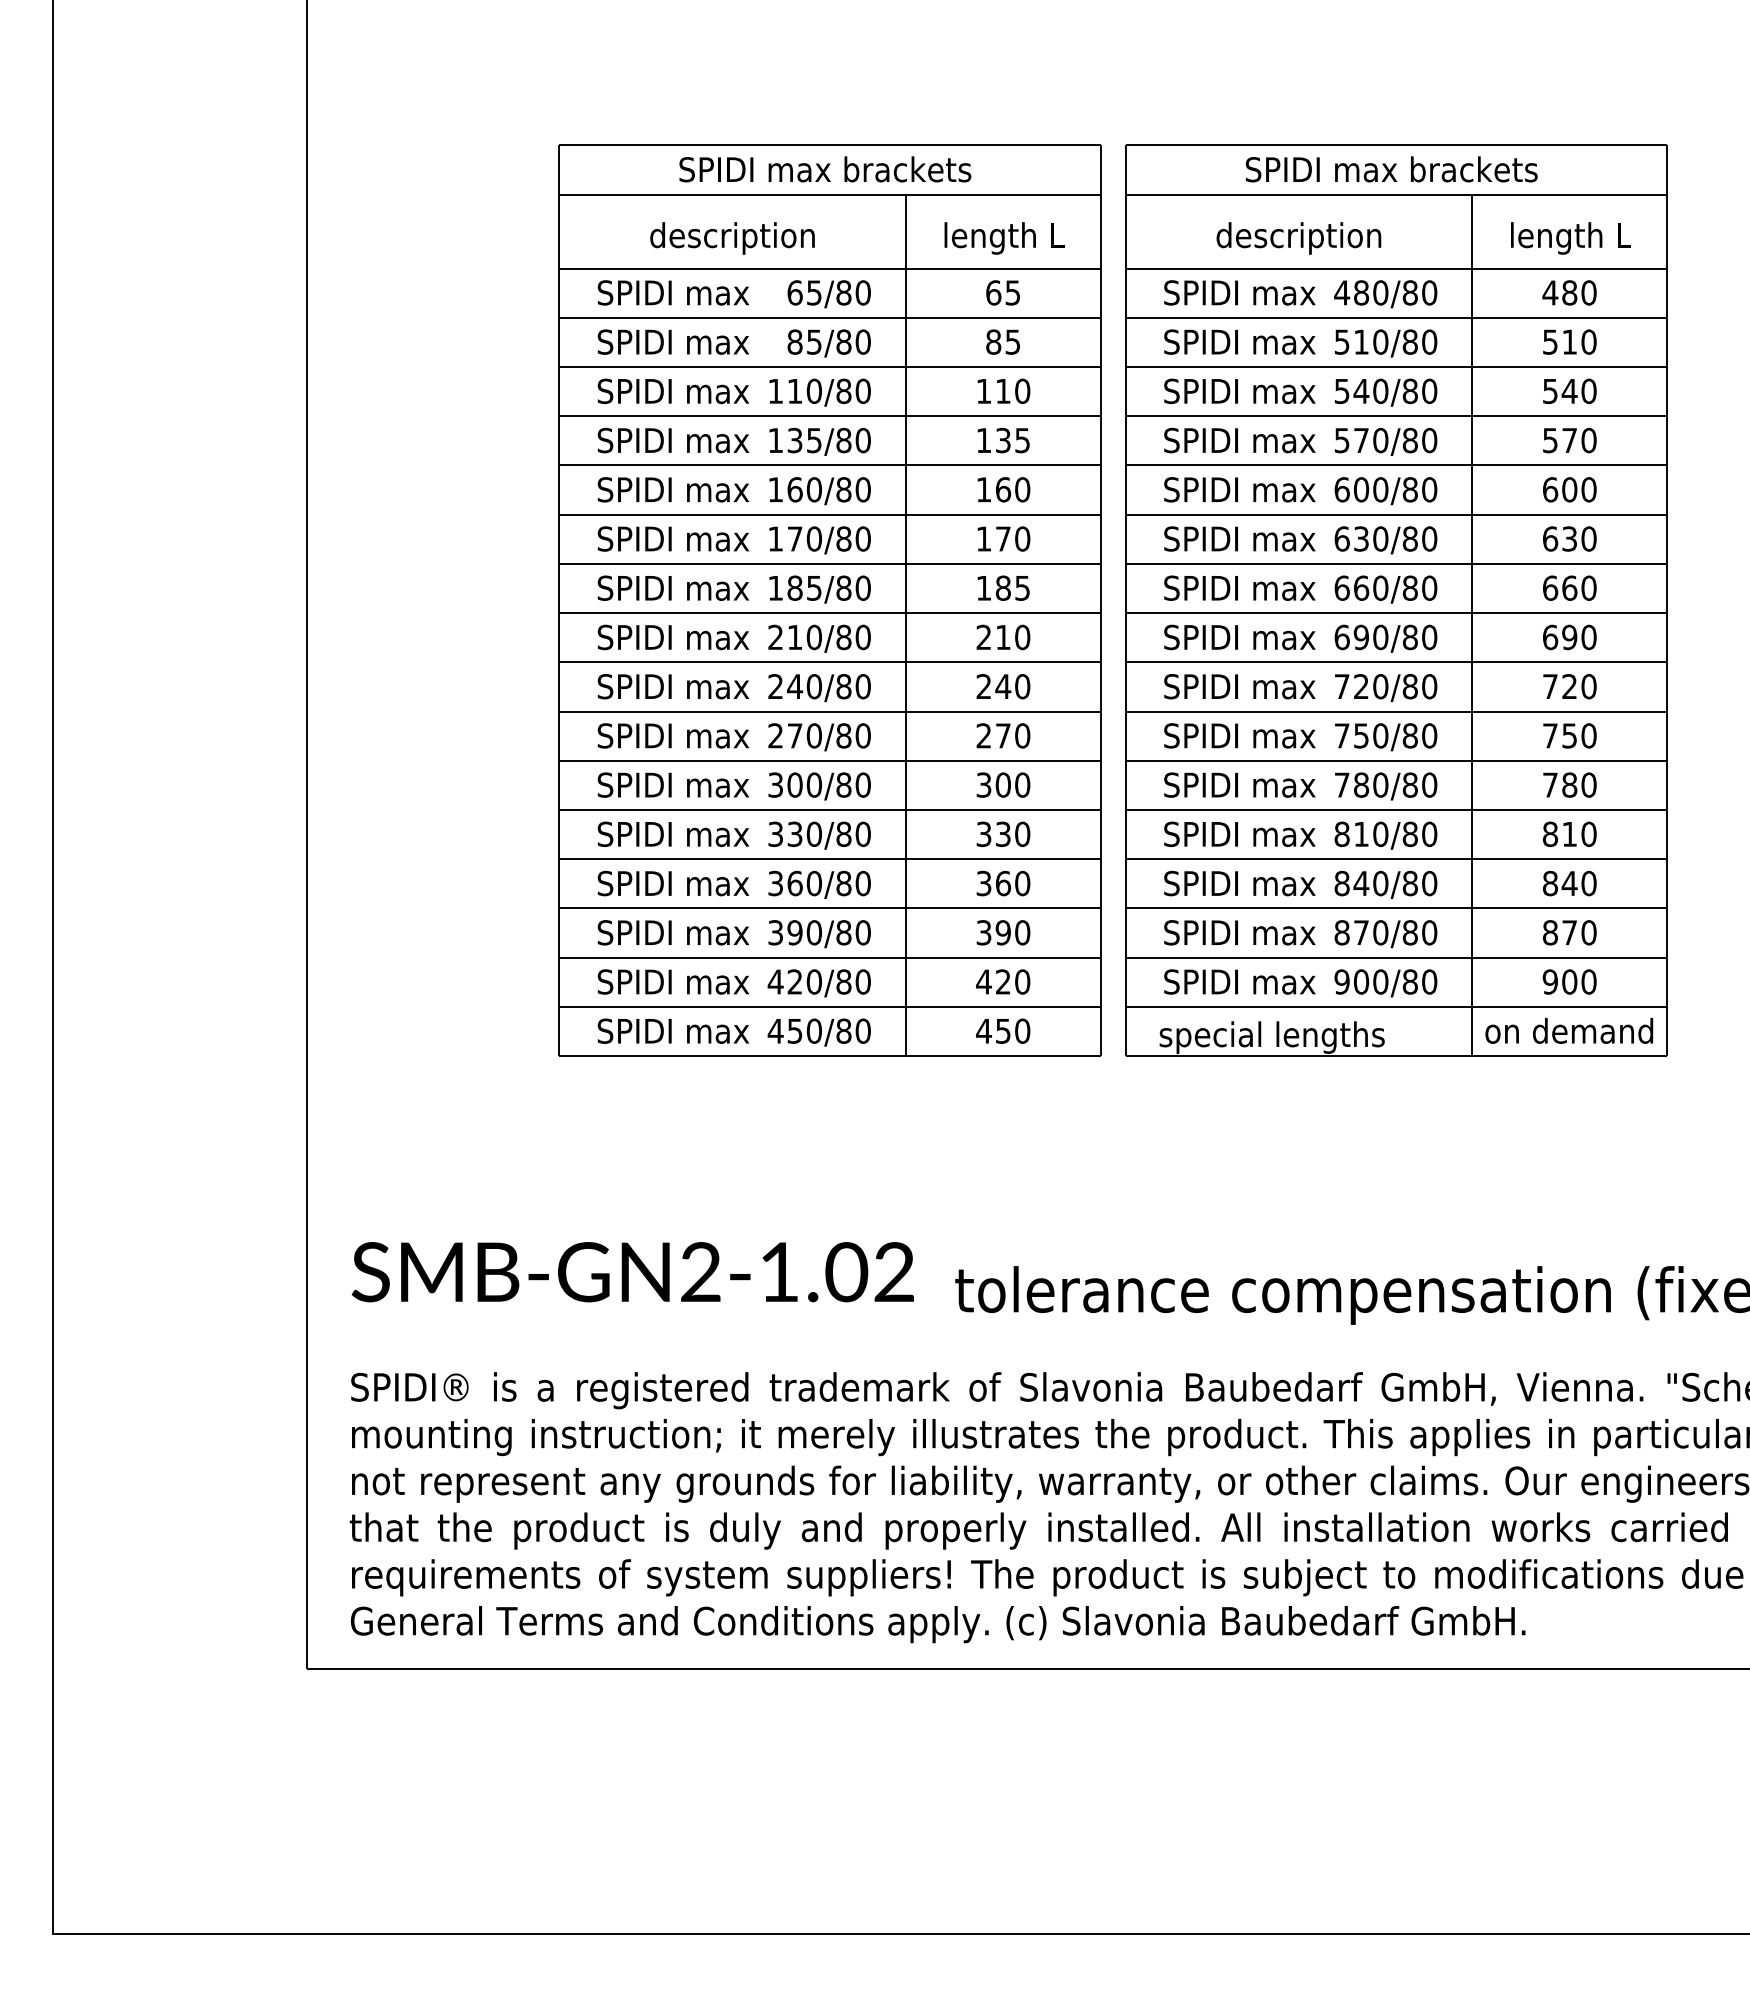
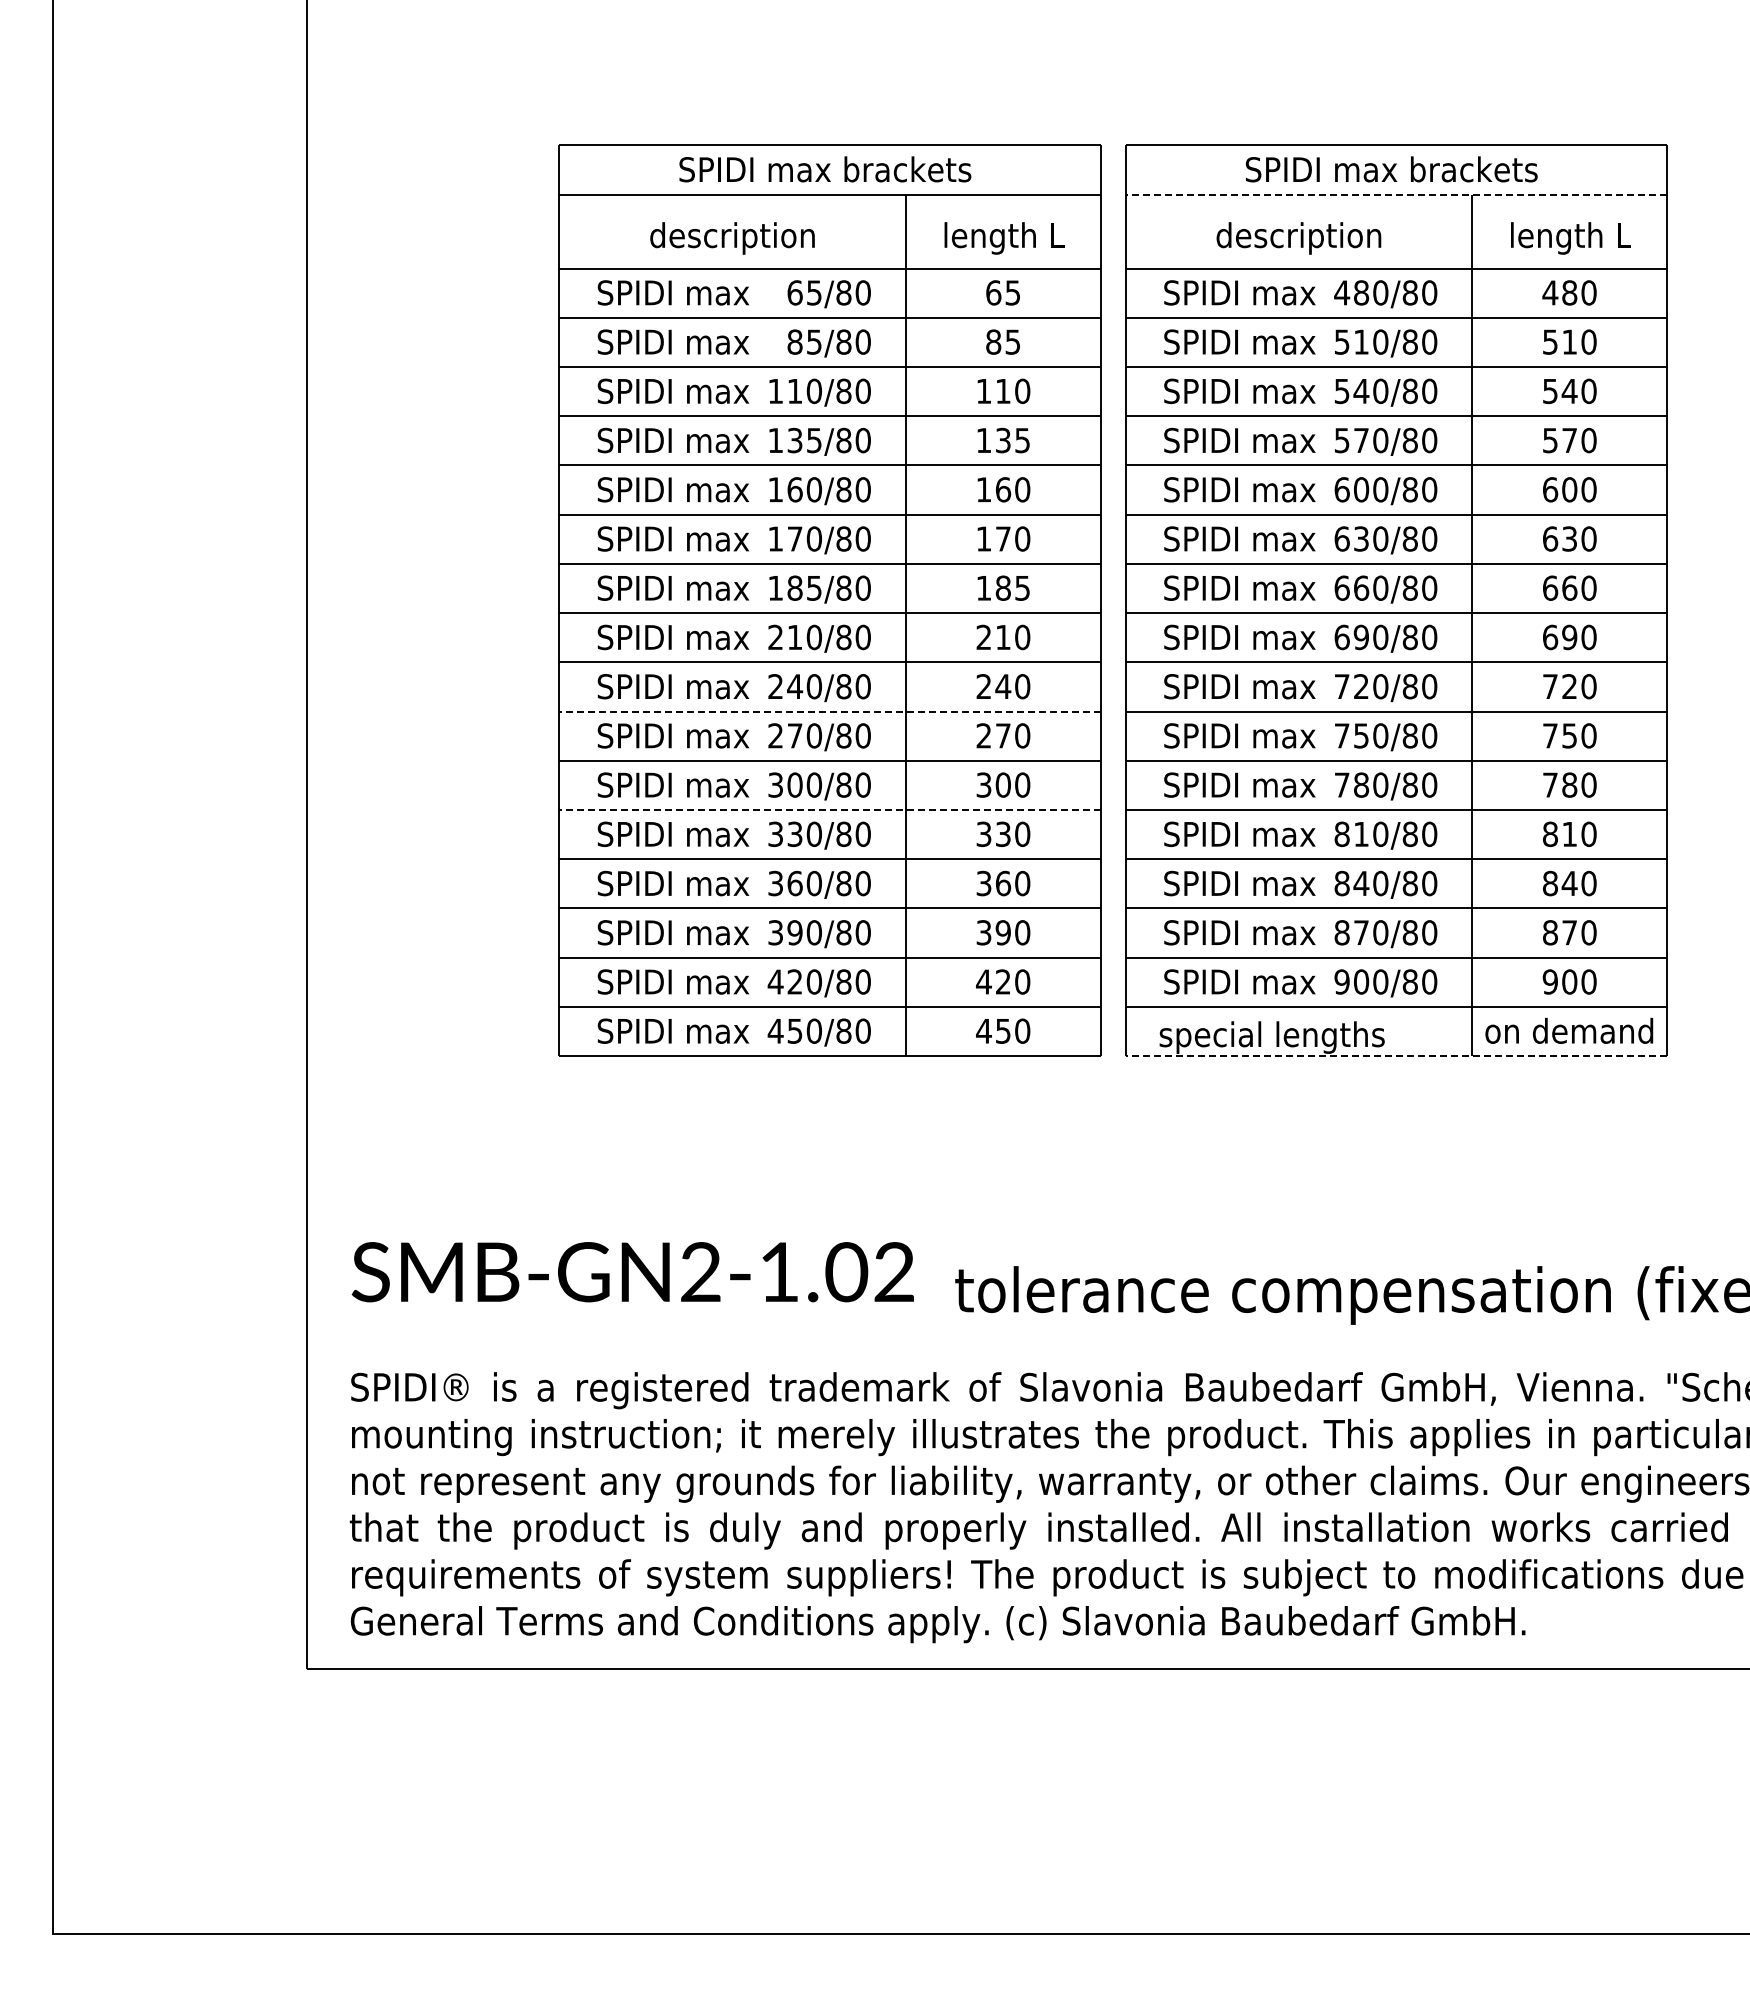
line at (1396, 195): solid -> dashed
line at (830, 711): solid -> dashed
line at (830, 810): solid -> dashed
line at (1396, 1056): solid -> dashed
